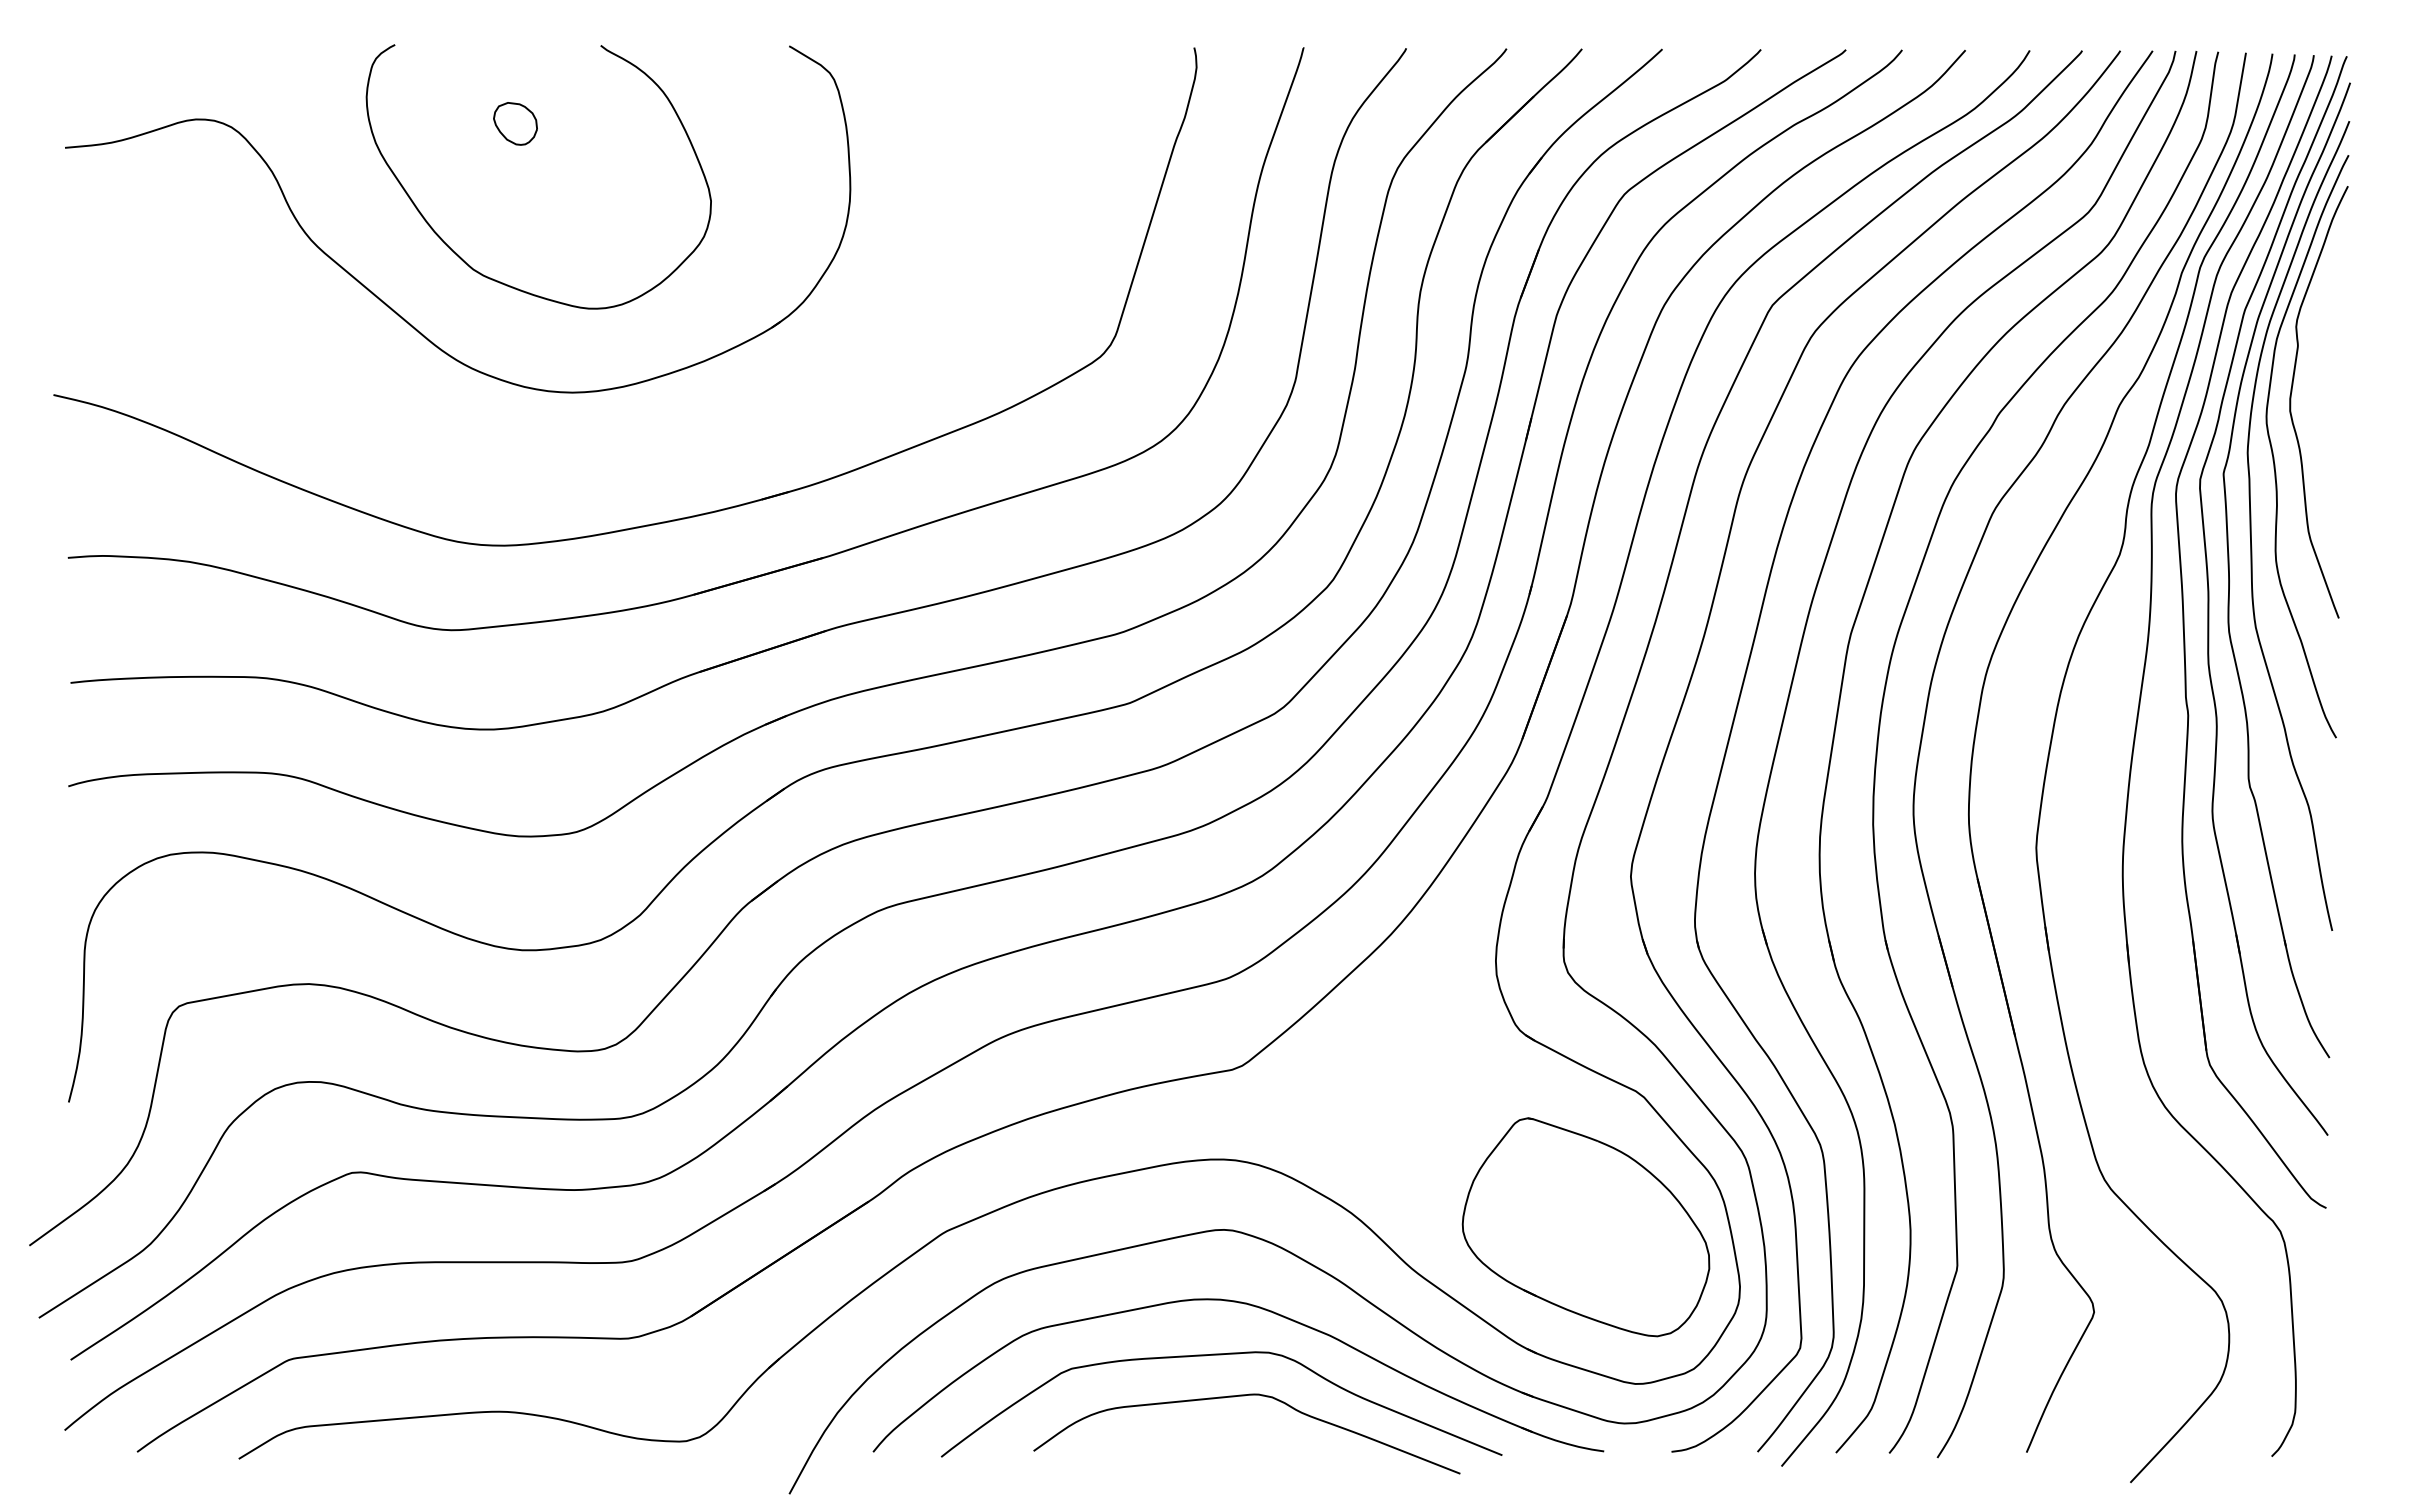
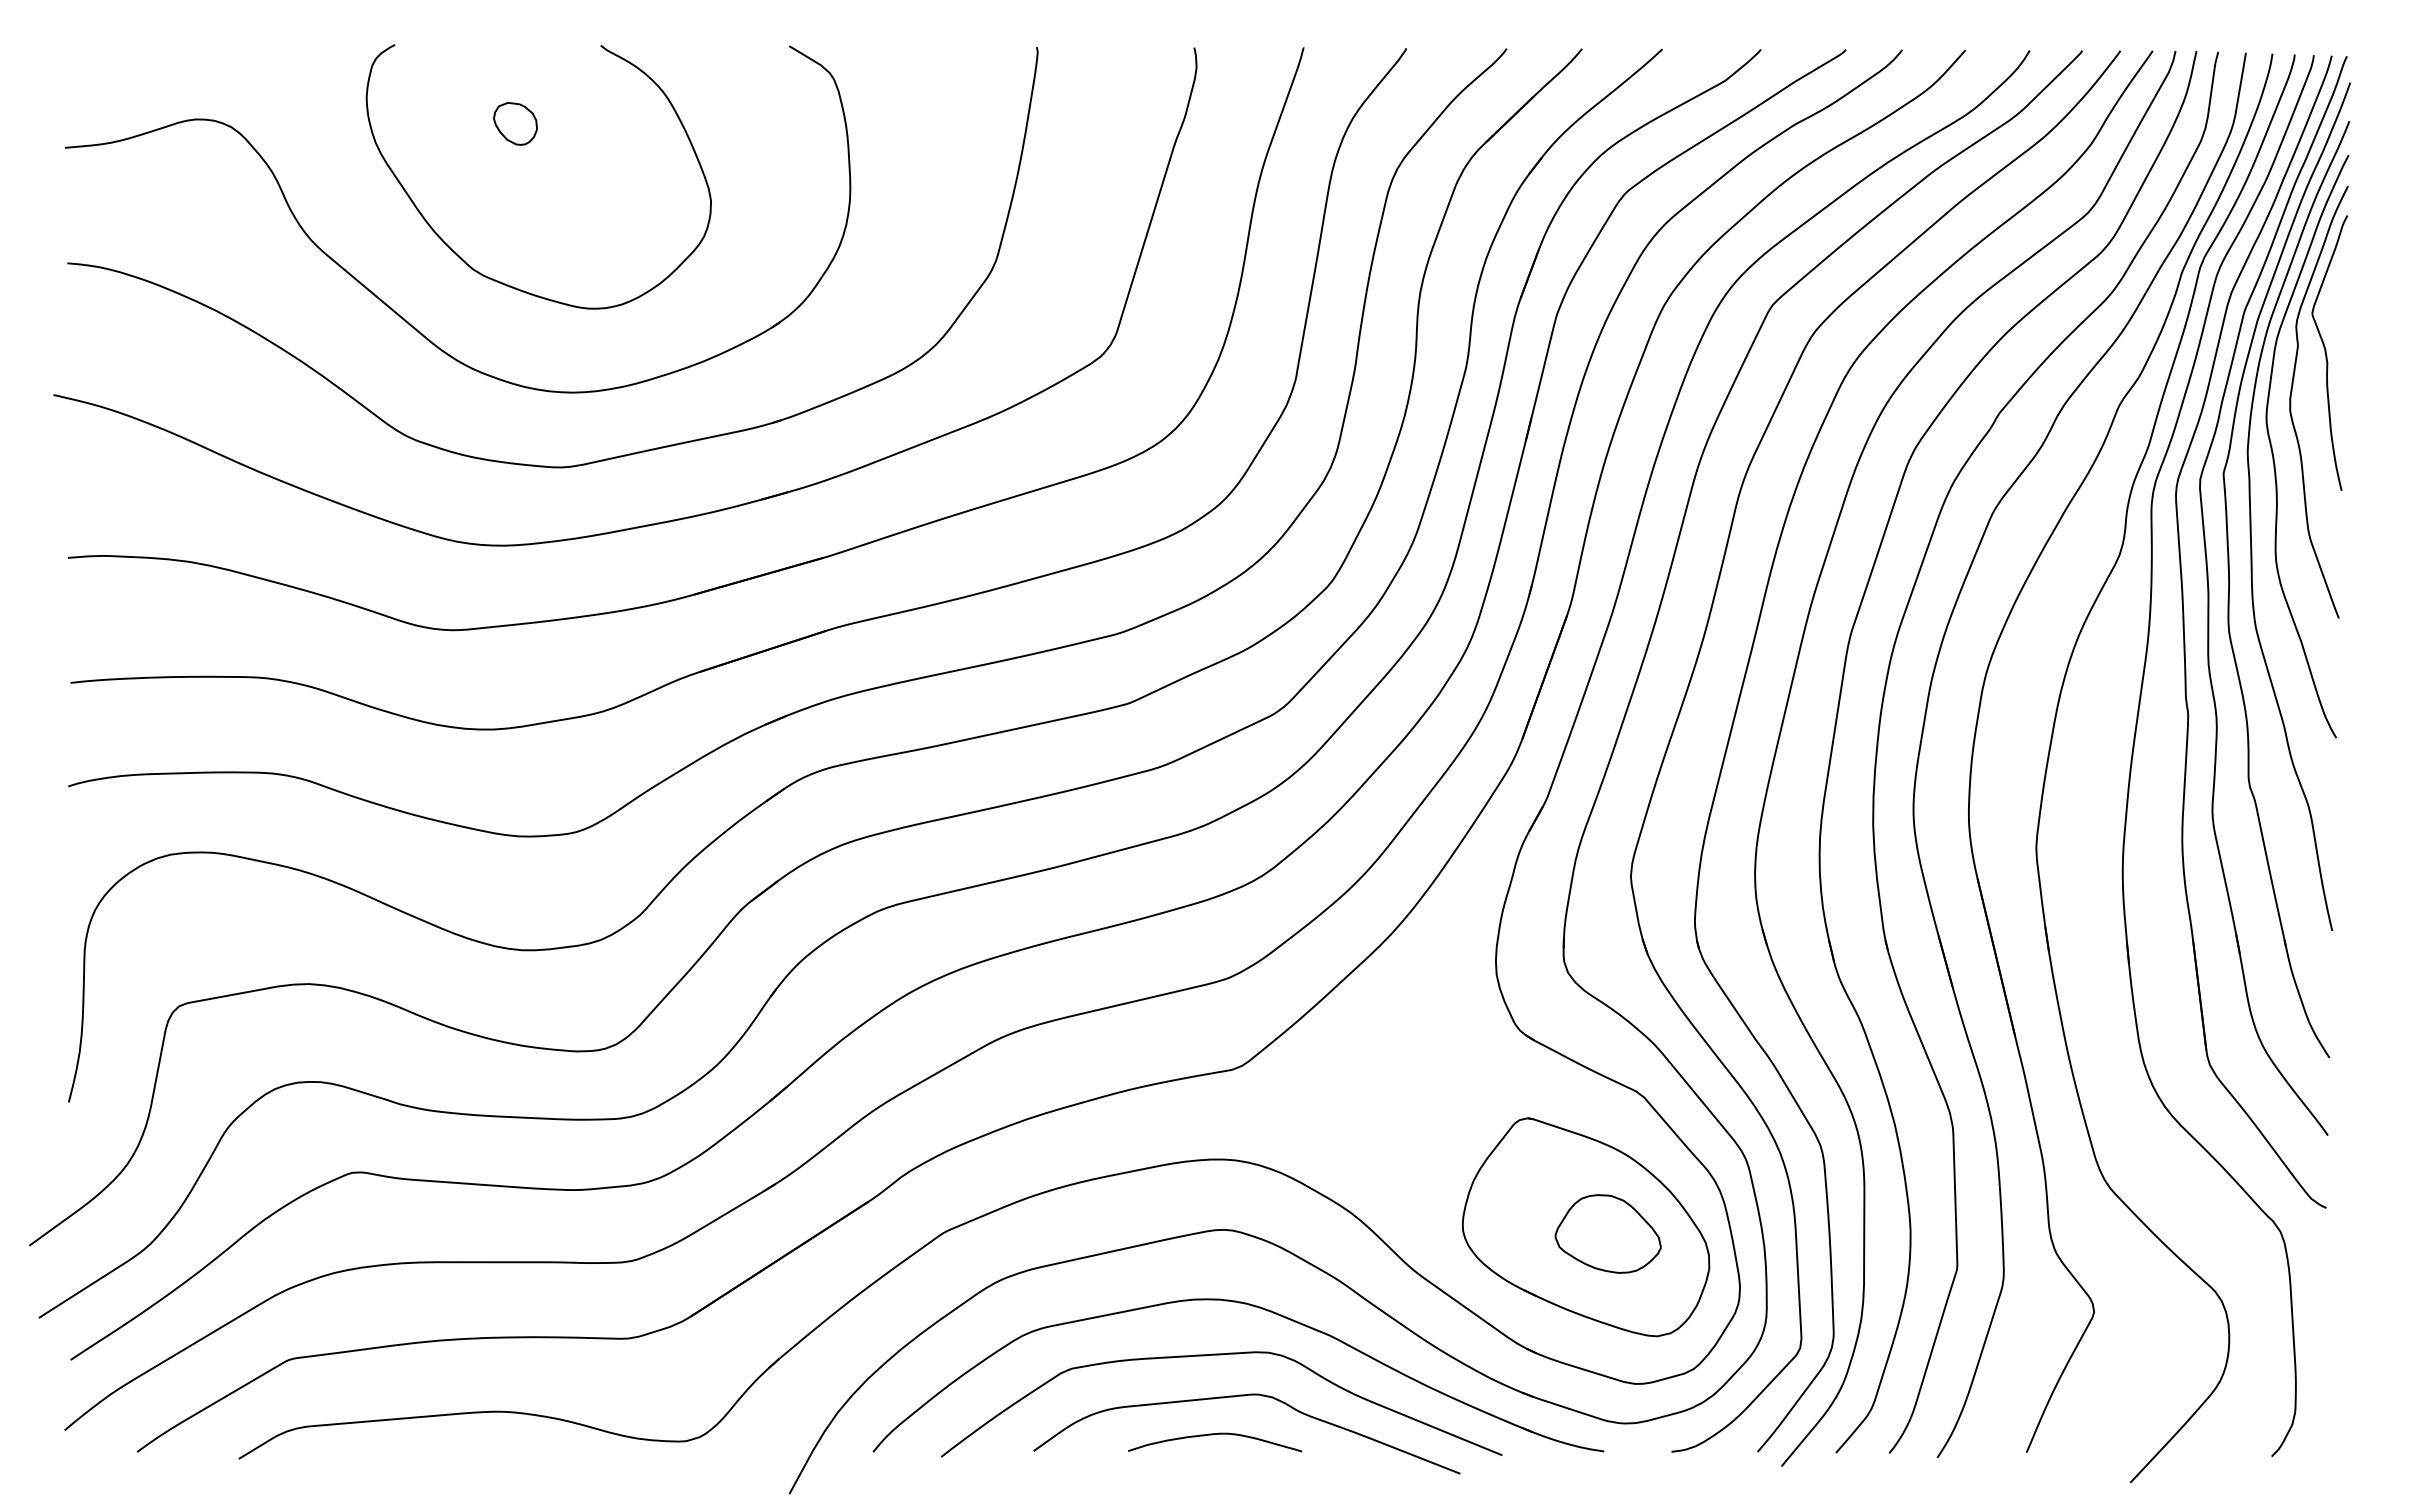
curve at (2326, 352): none -> present
part at (596, 460): none -> present
part at (1607, 1233): none -> present
curve at (1213, 1435): none -> present
